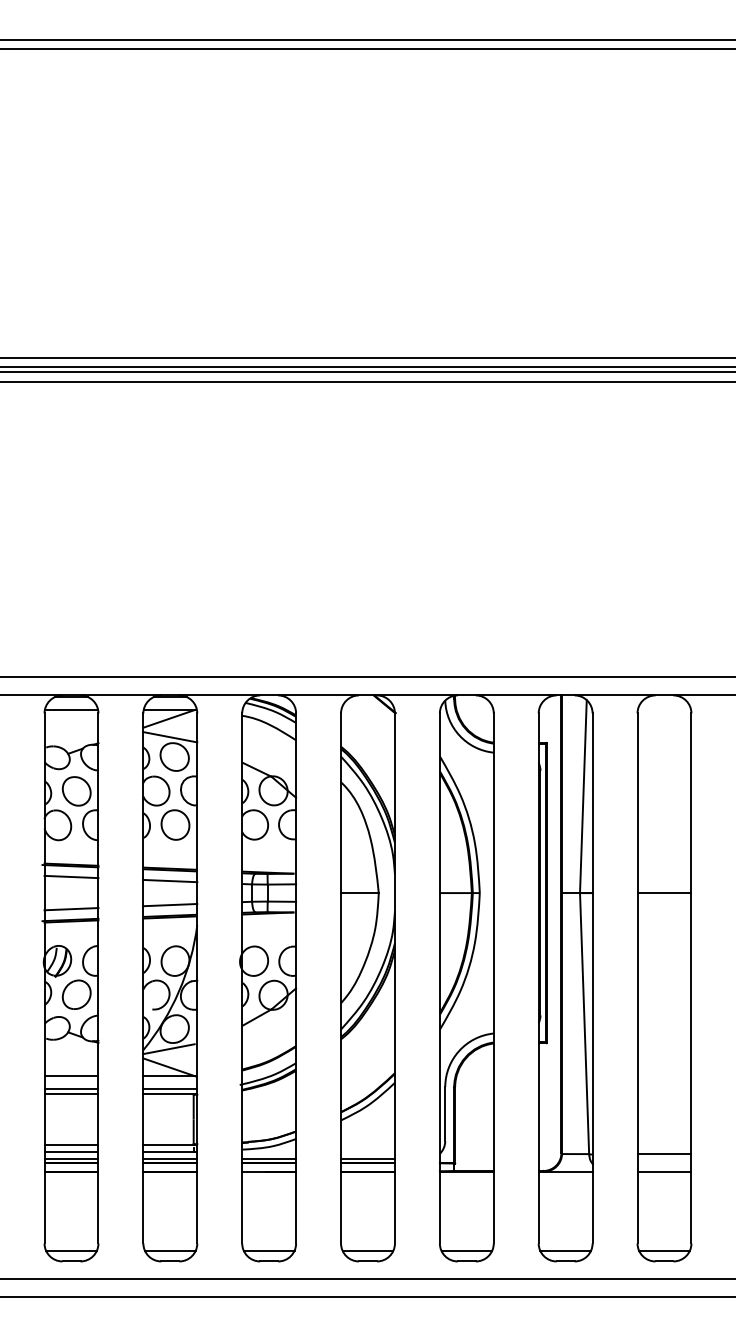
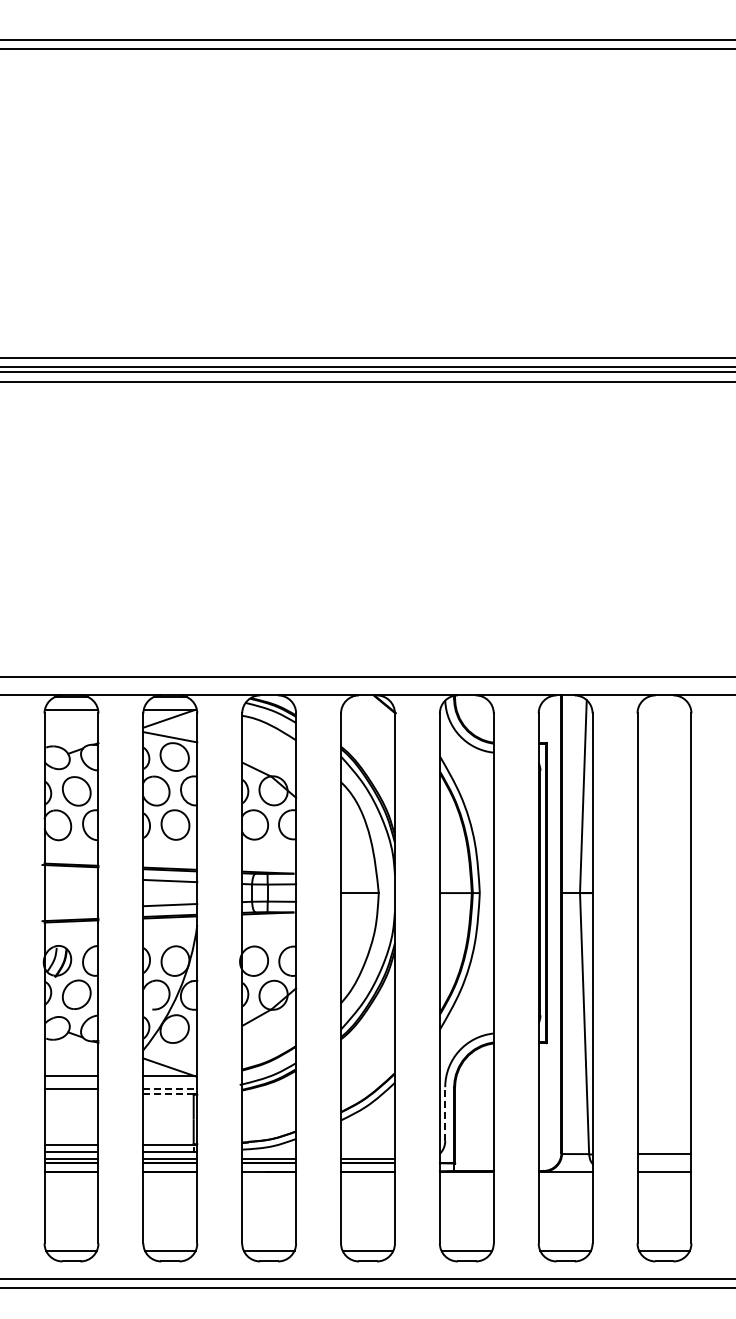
line at (71, 876): present -> none
line at (664, 893): present -> none
line at (71, 909): present -> none
line at (168, 1049): present -> none
line at (170, 1088): solid -> dashed
line at (71, 1094): present -> none
line at (168, 1094): solid -> dashed
line at (445, 1114): solid -> dashed
line at (367, 1297) position: (367, 1297) -> (367, 1288)
